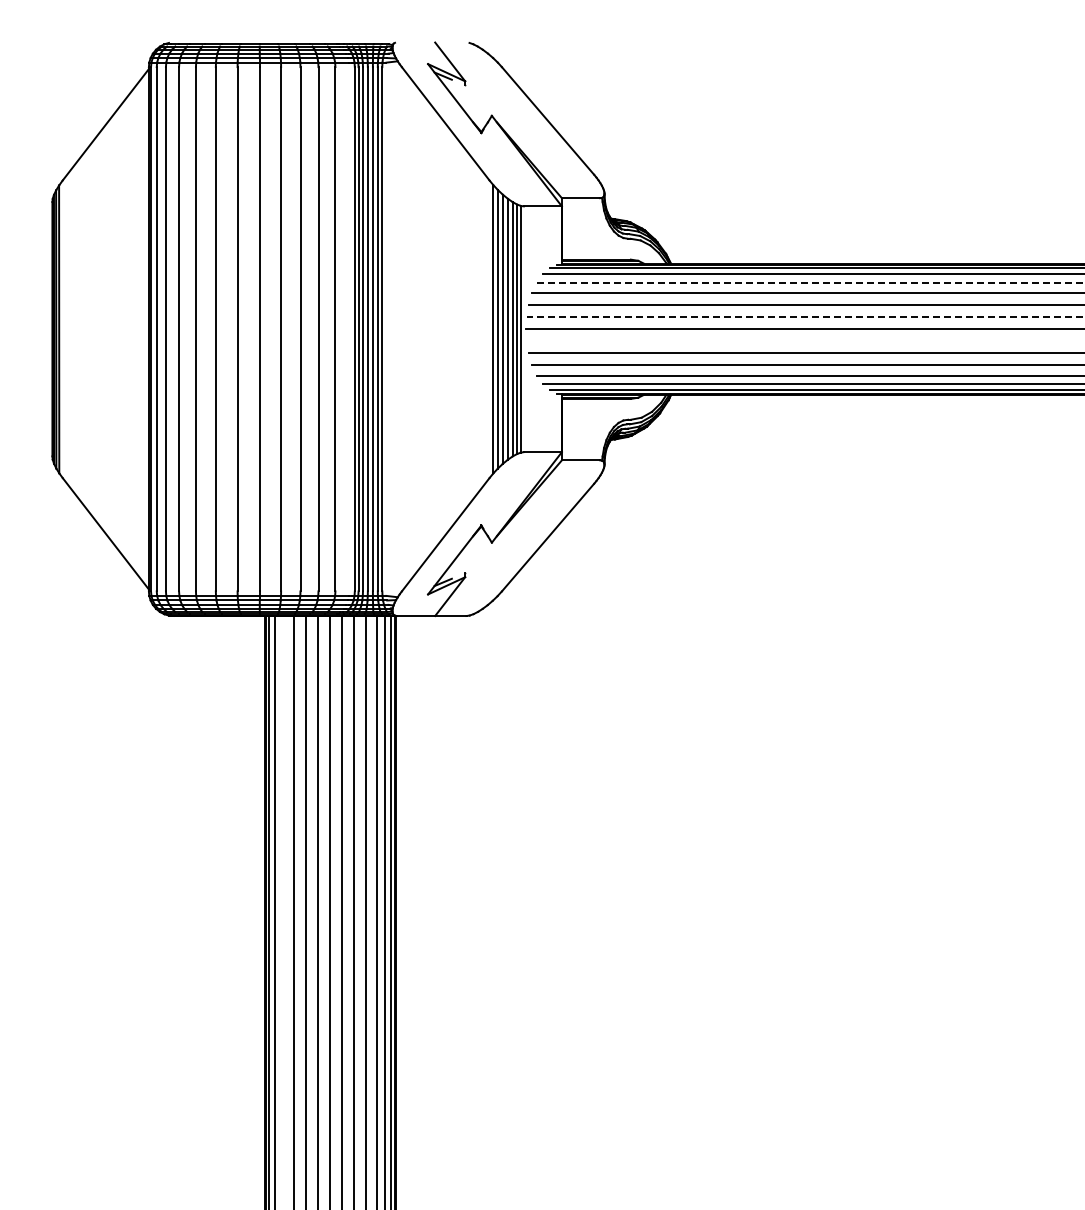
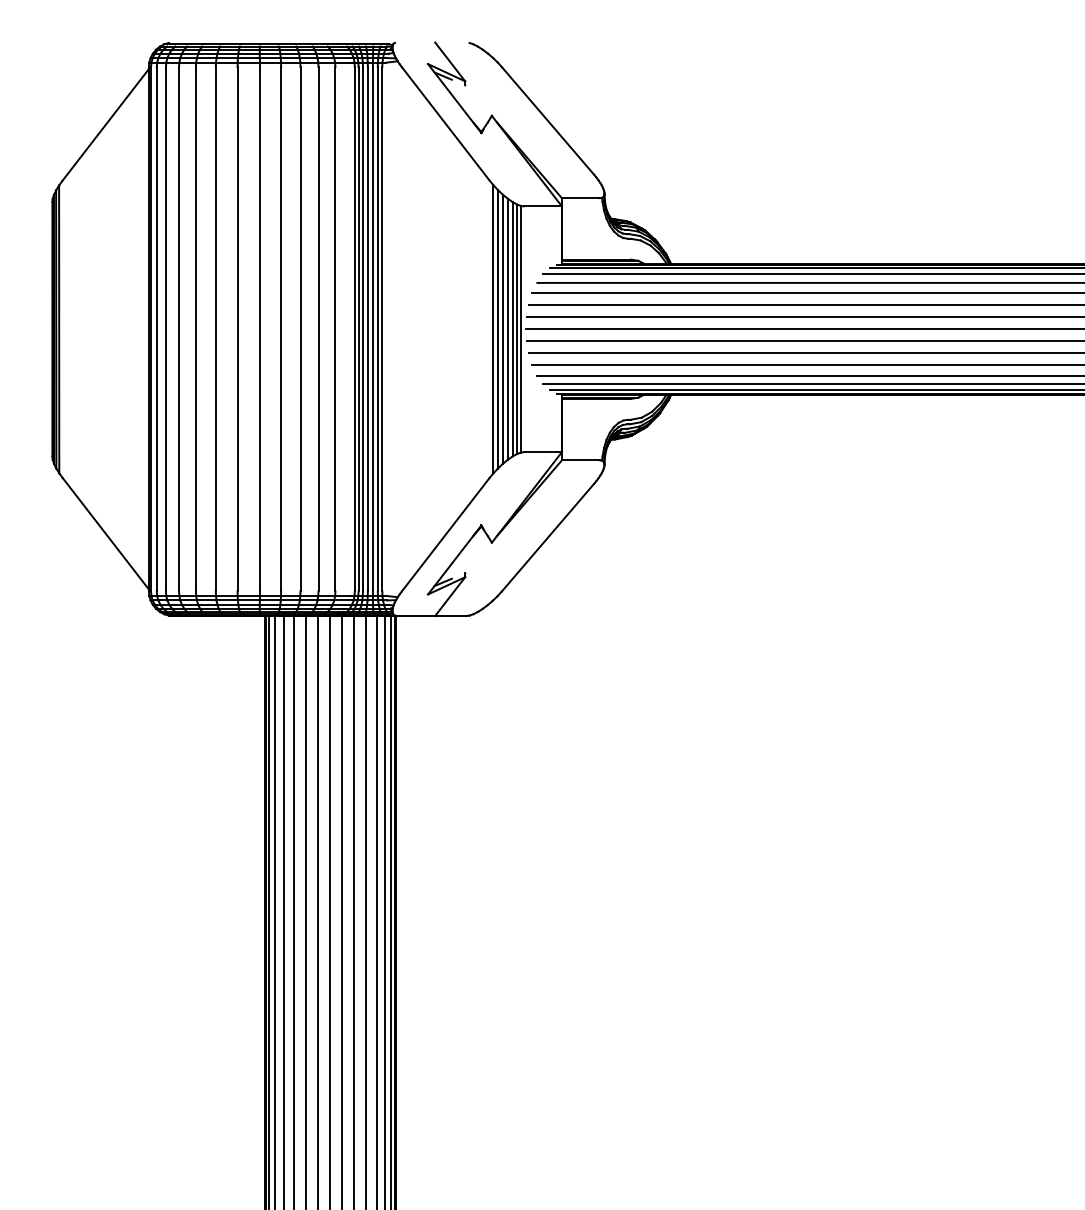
line at (810, 282): dashed -> solid
line at (805, 317): dashed -> solid
line at (803, 341): none -> present
line at (283, 911): none -> present
